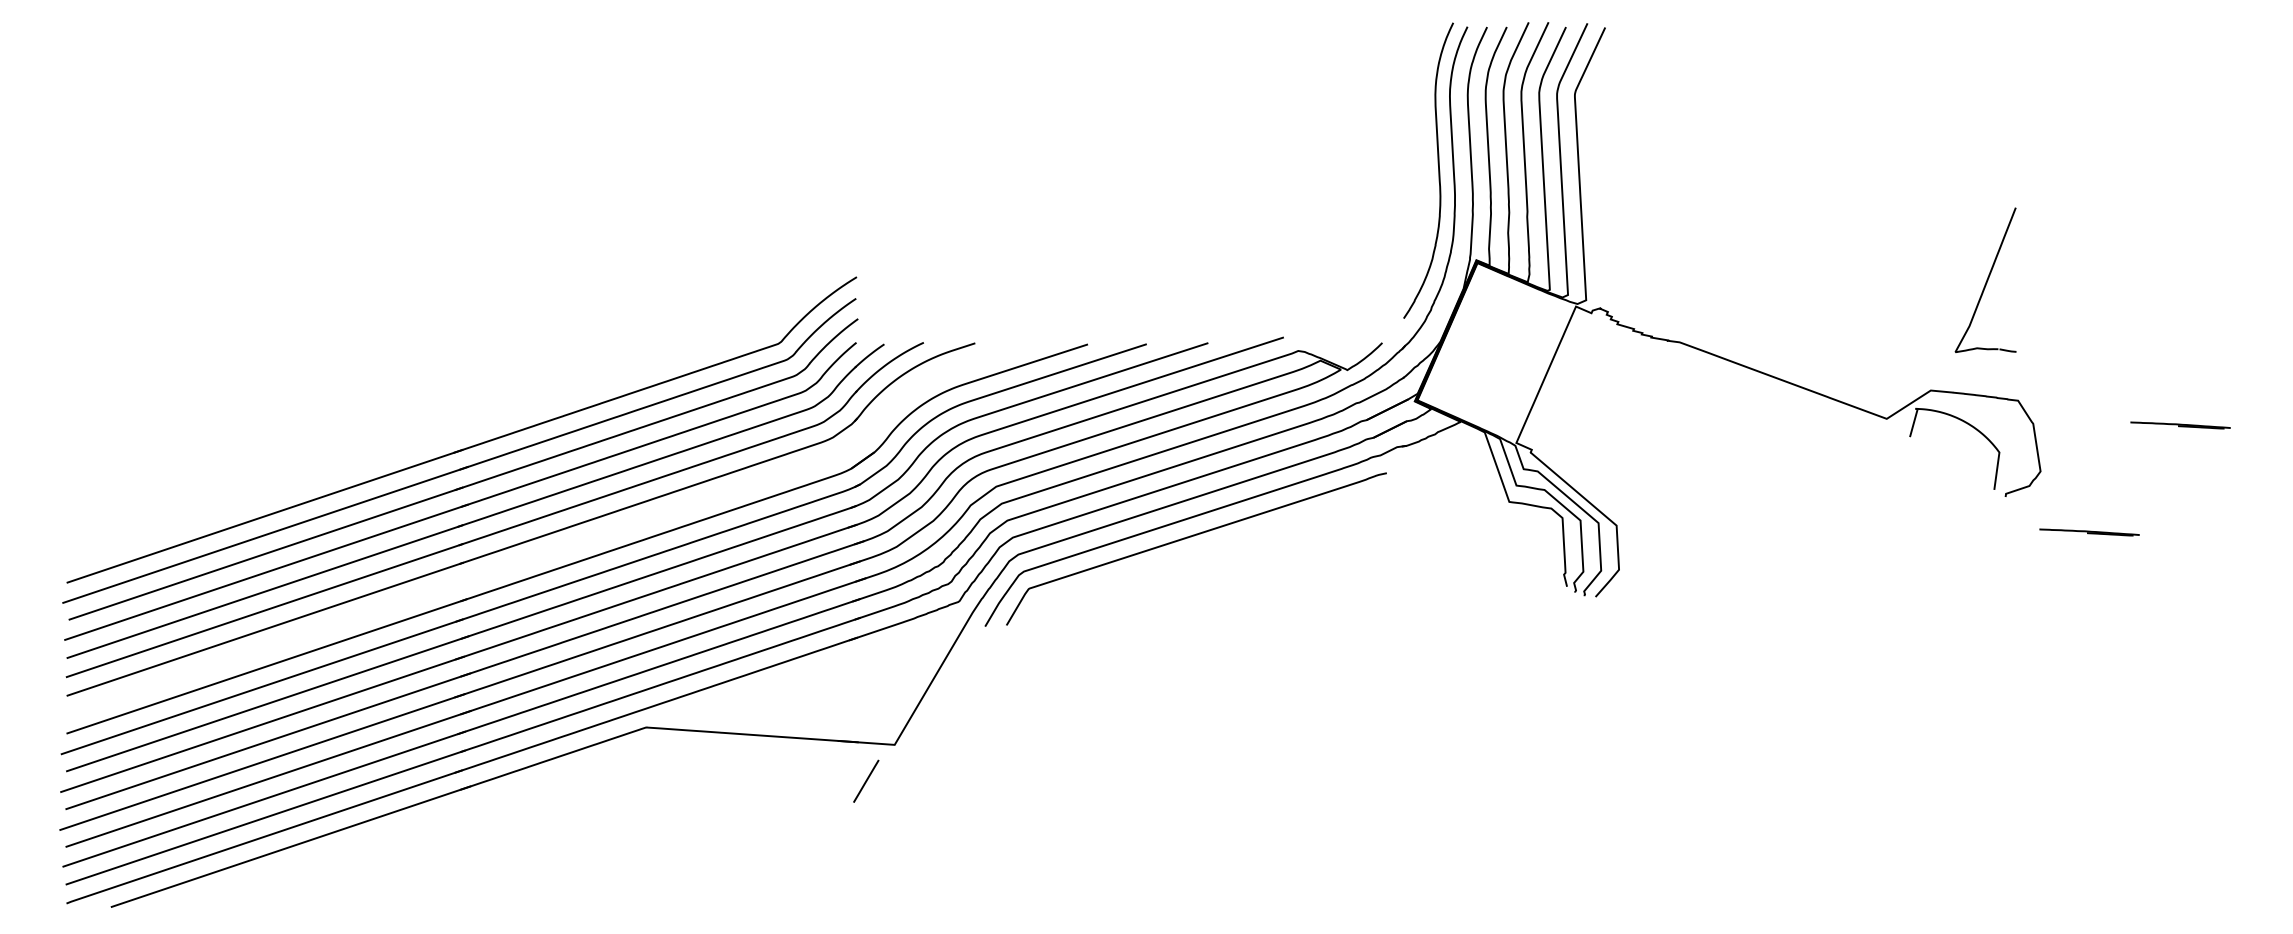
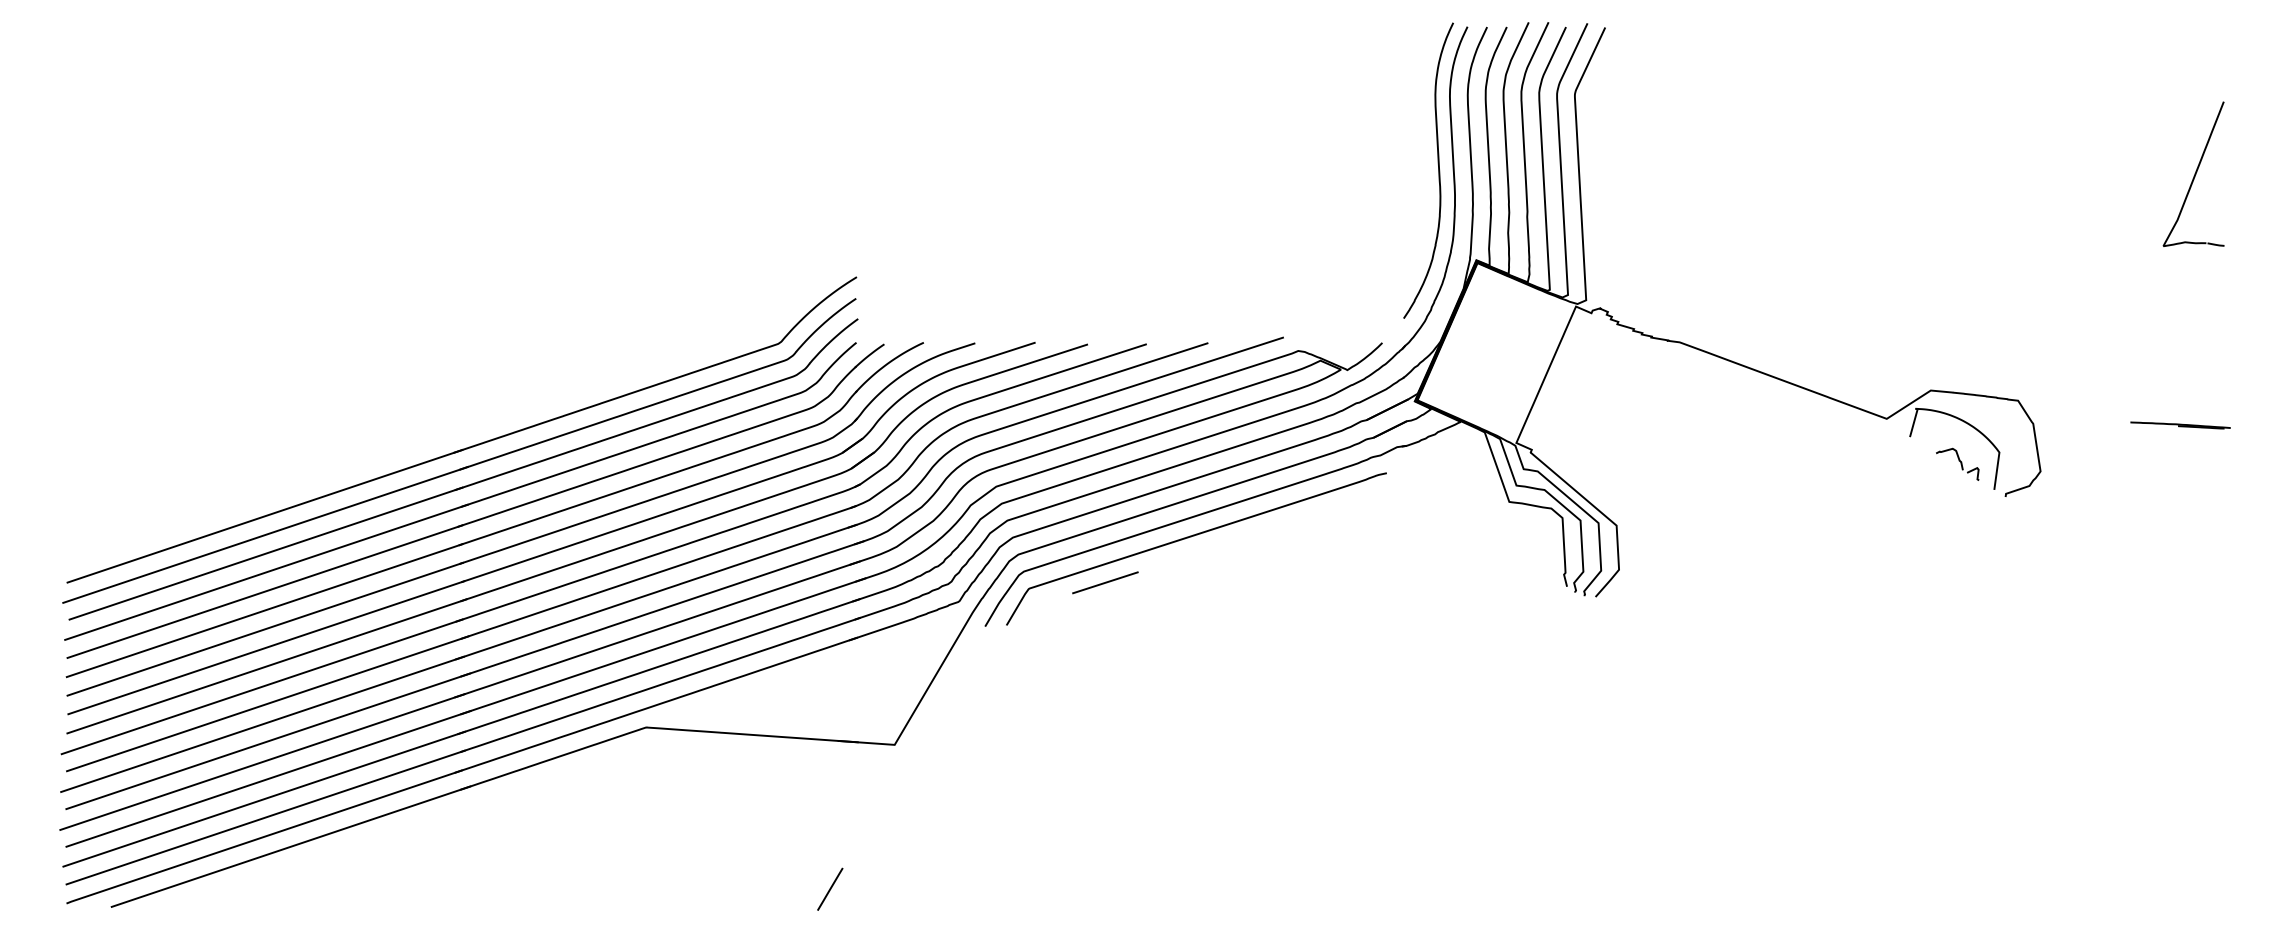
part at (1985, 279) position: (1985, 279) -> (2193, 173)
part at (1957, 463): none -> present
line at (2089, 532): present -> none
part at (558, 548): none -> present
line at (1105, 582): none -> present
line at (866, 780) position: (866, 780) -> (830, 888)
